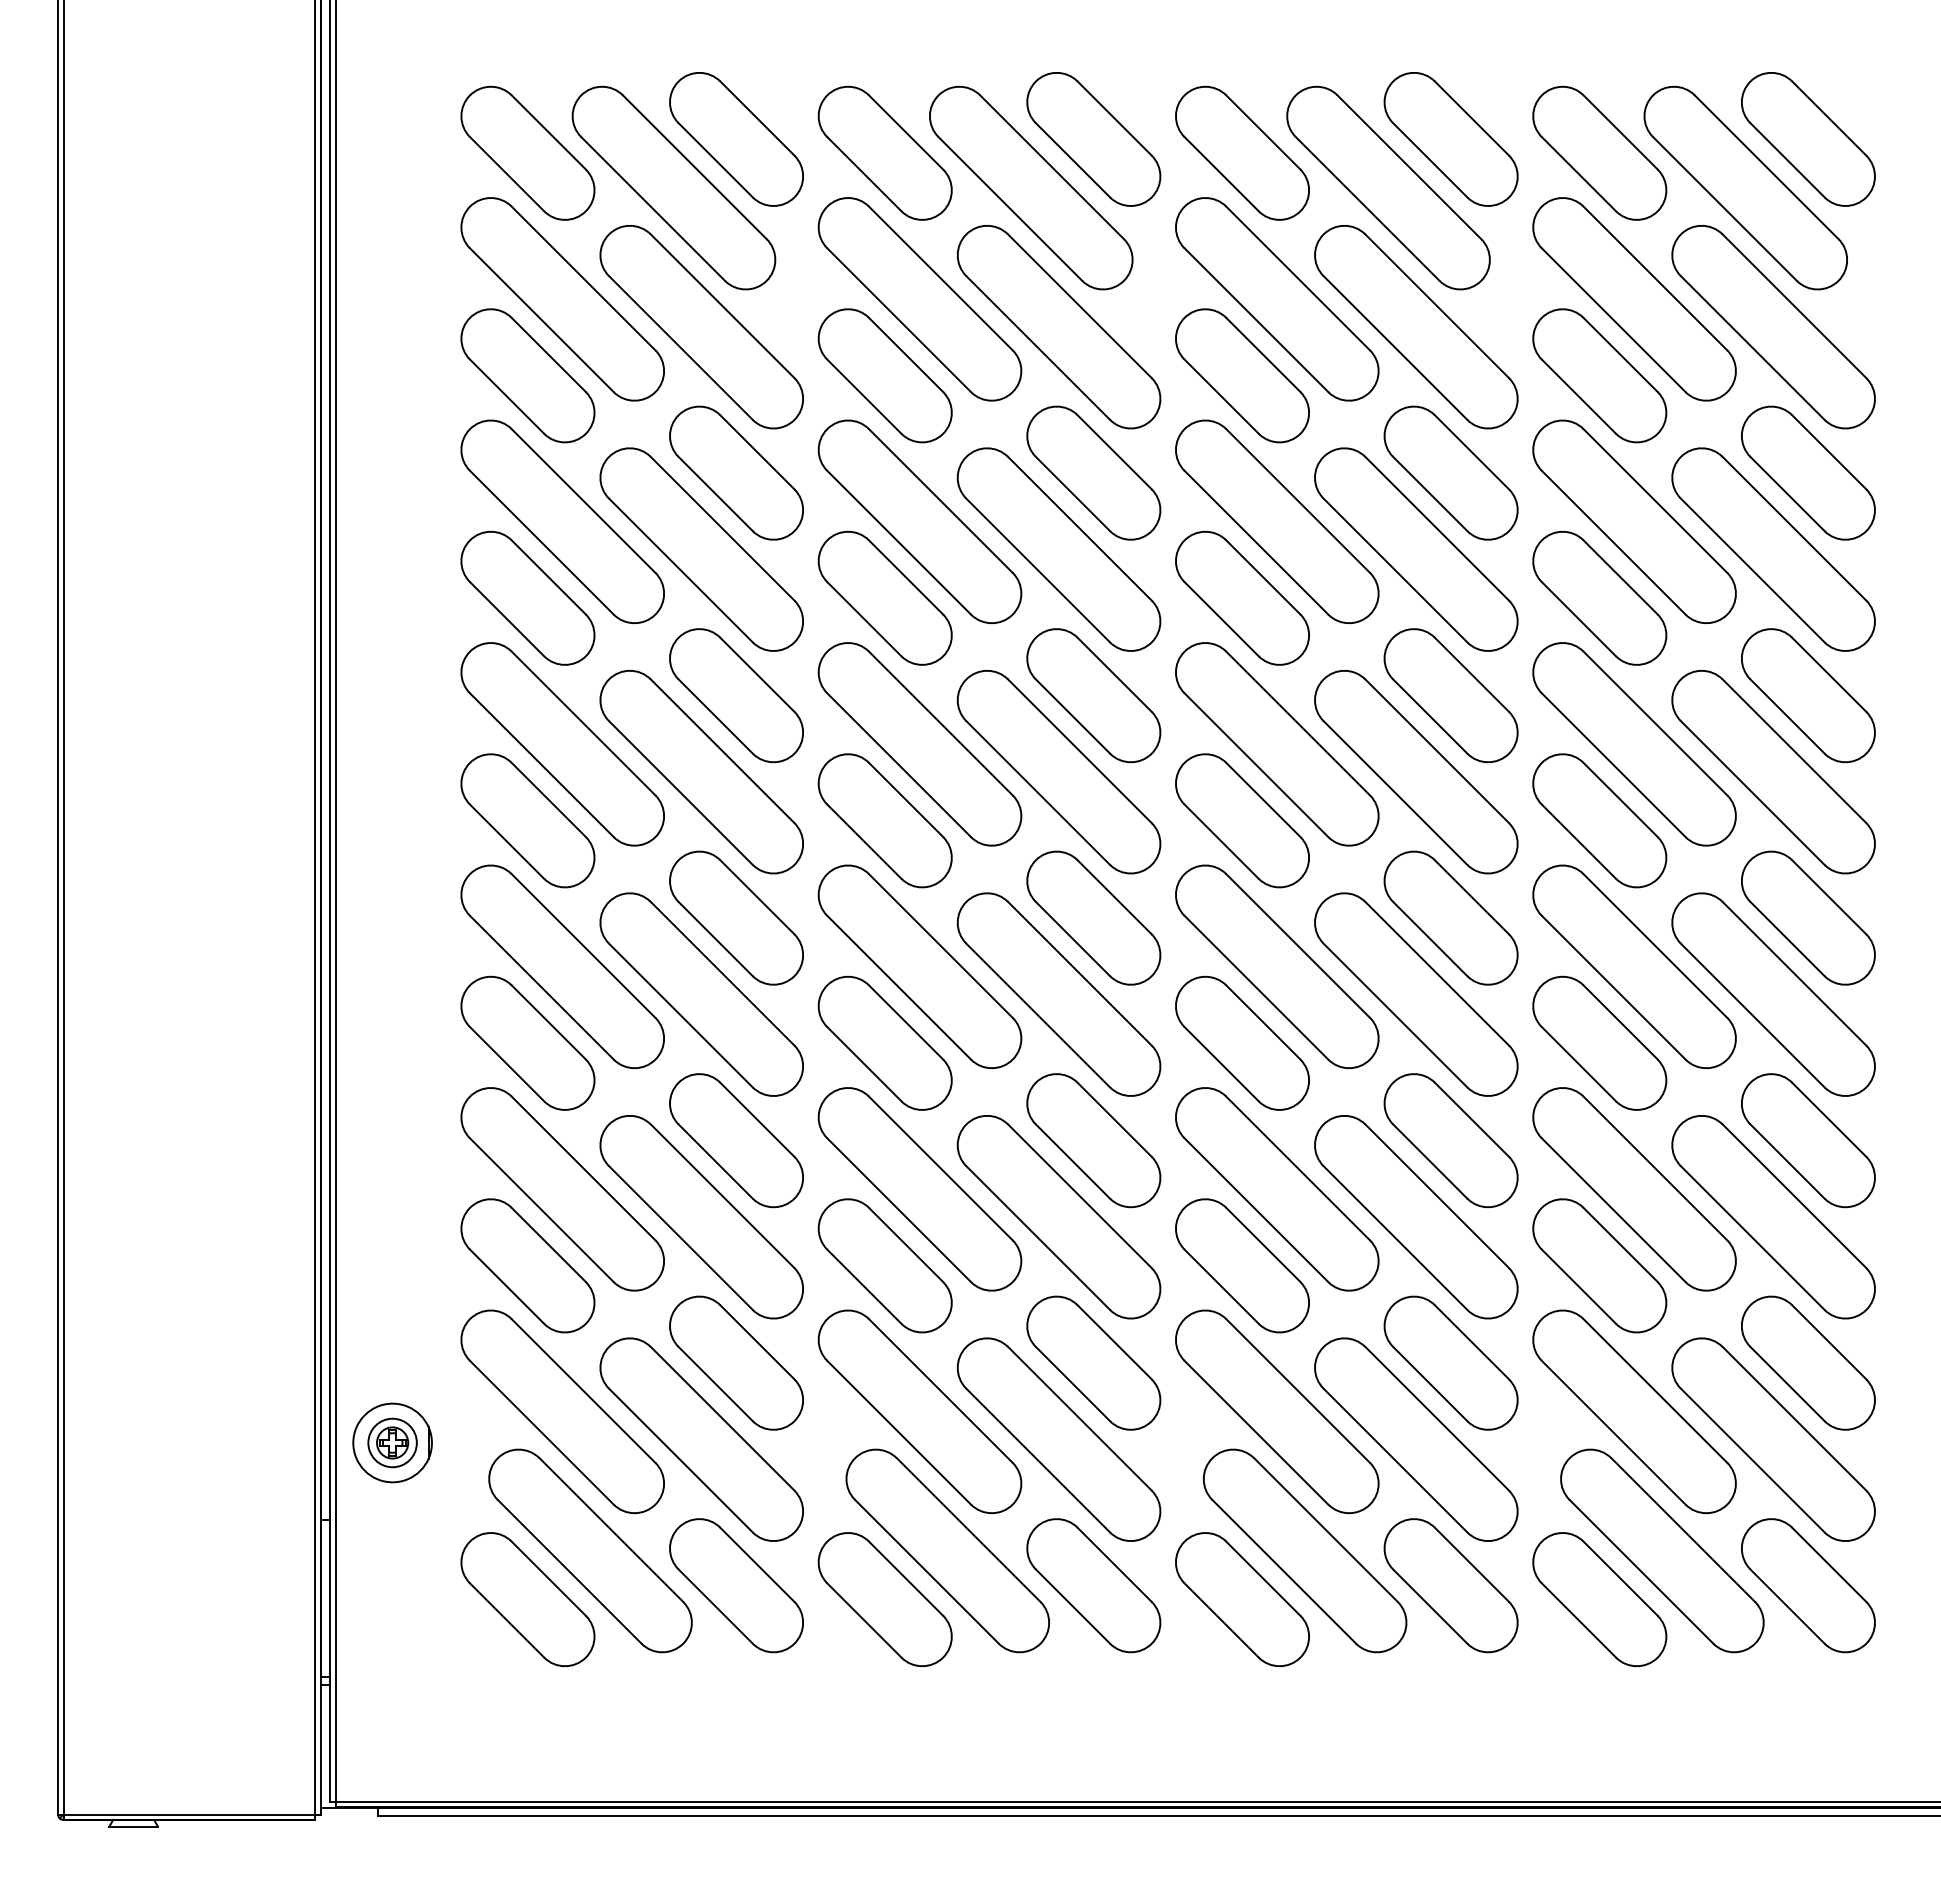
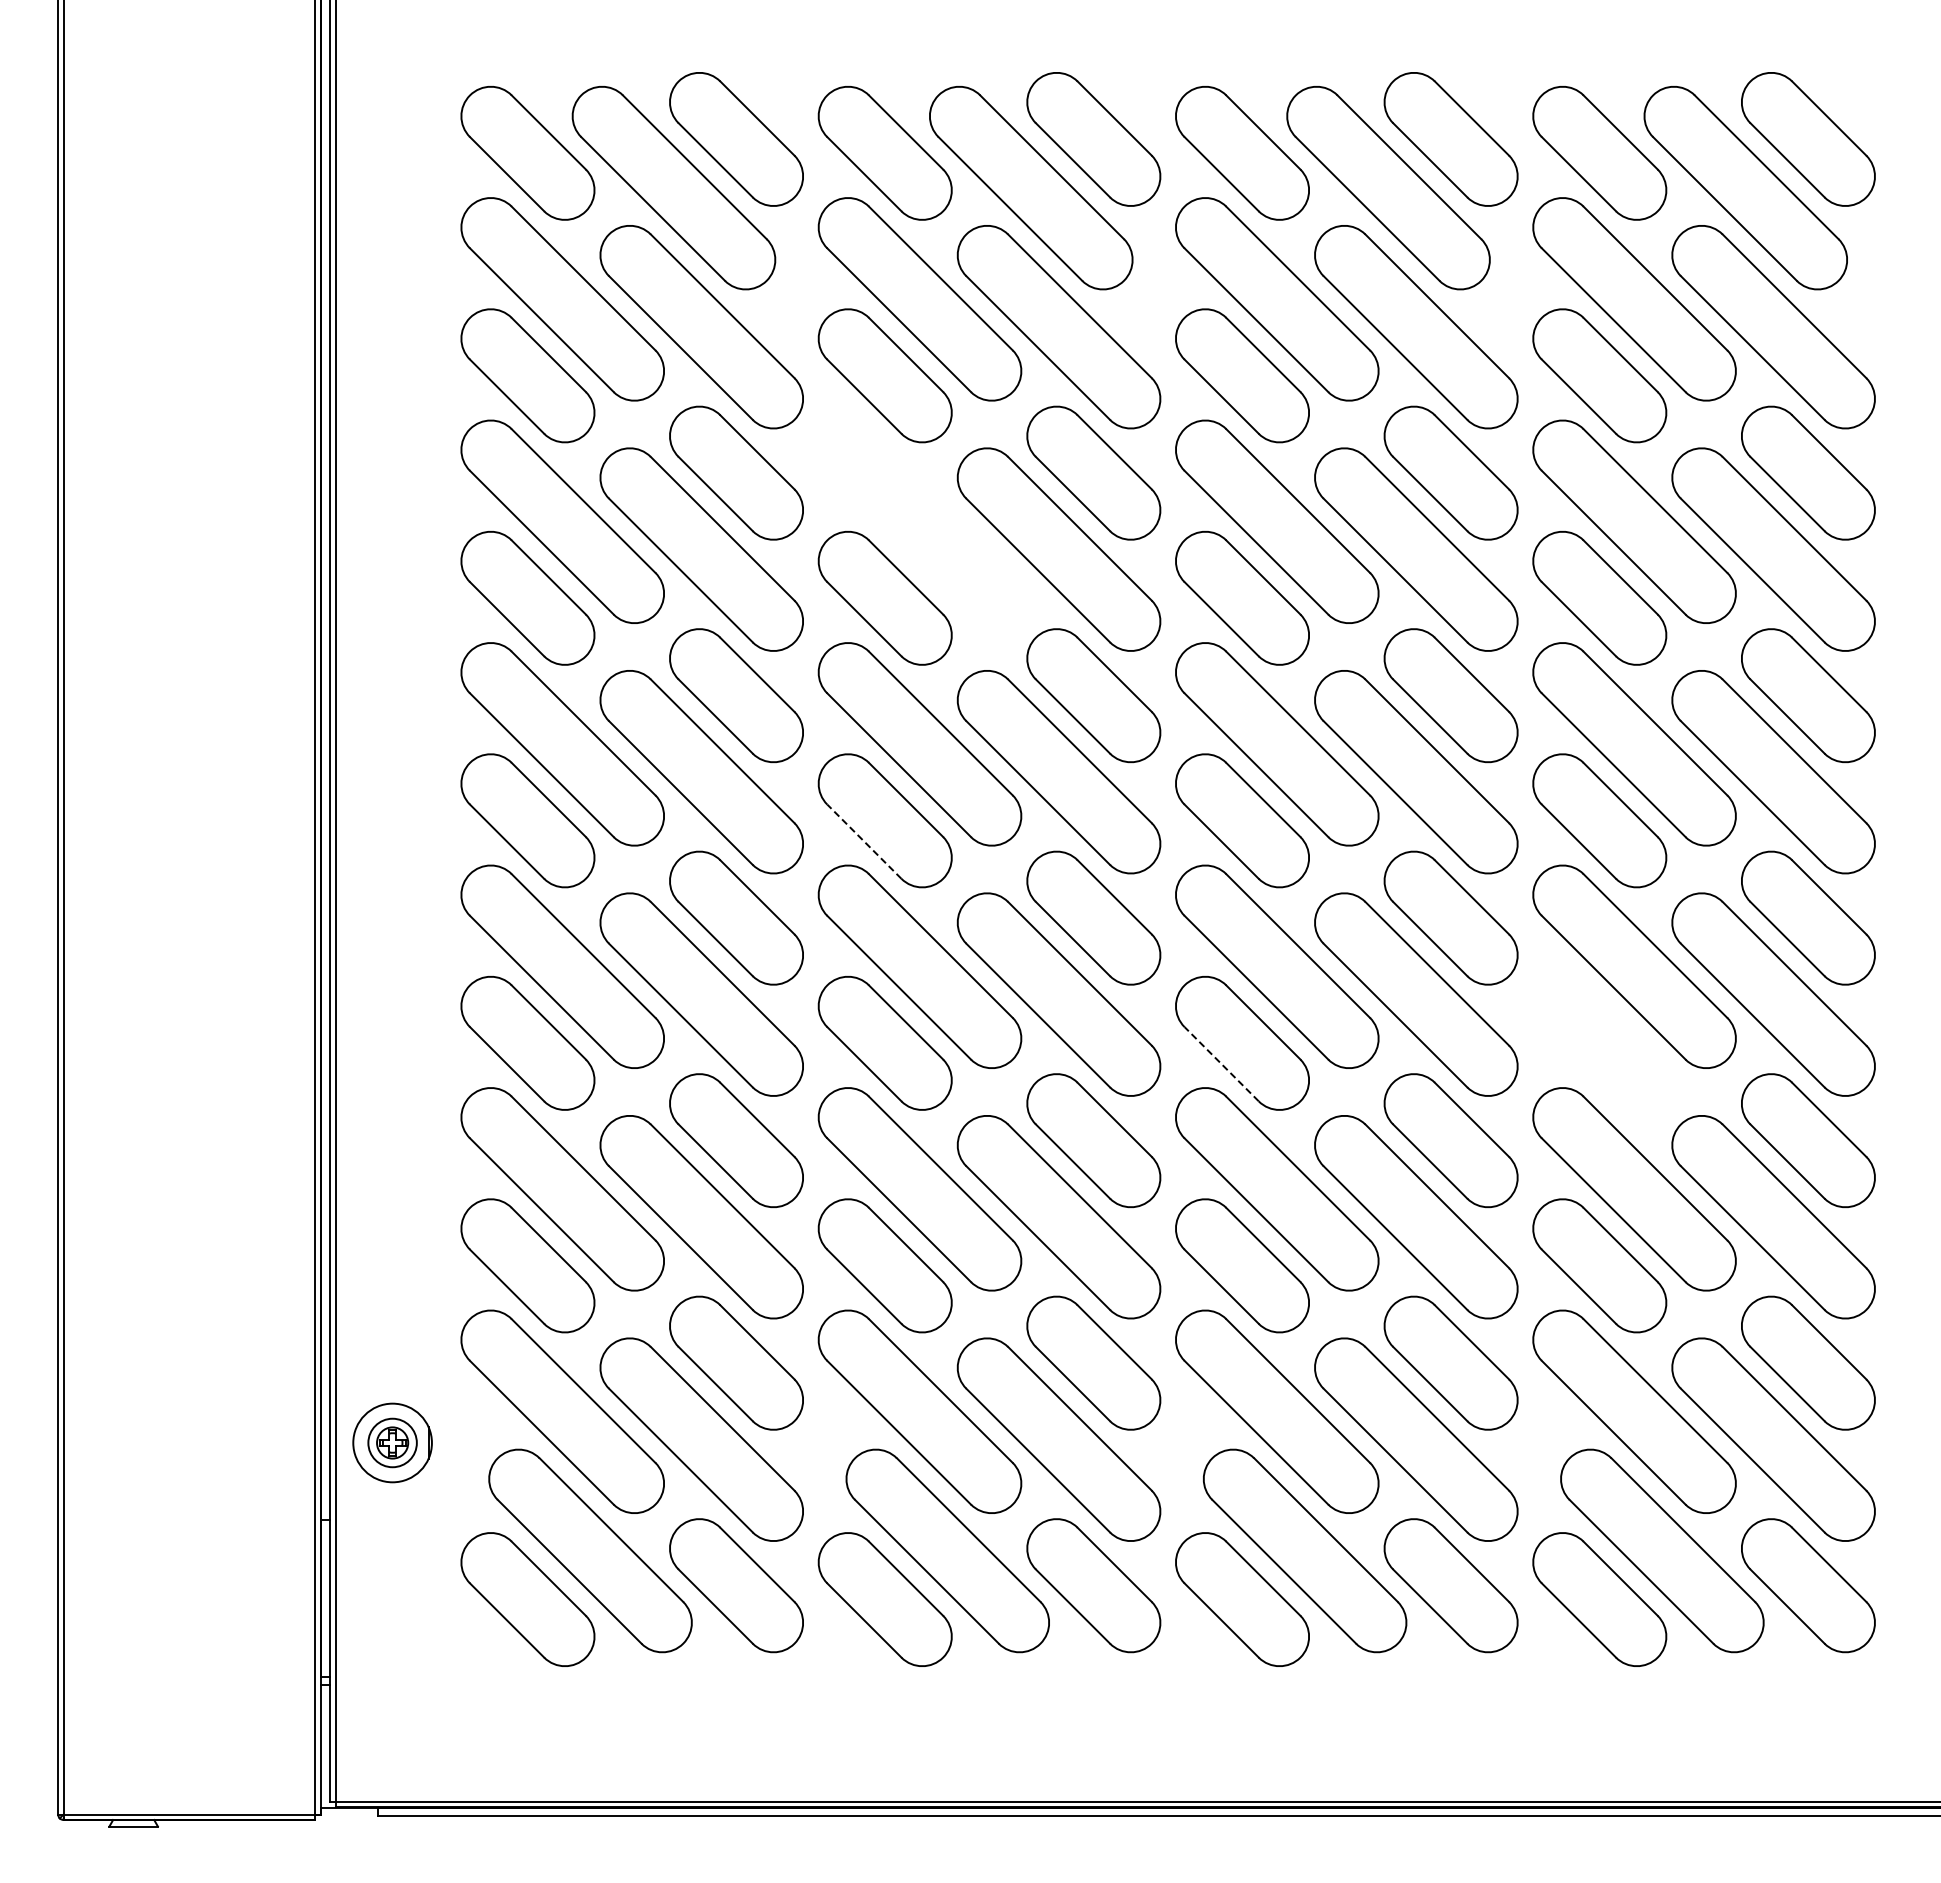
part at (919, 521): present -> none
line at (864, 841): solid -> dashed
part at (1599, 1043): present -> none
line at (1221, 1063): solid -> dashed
